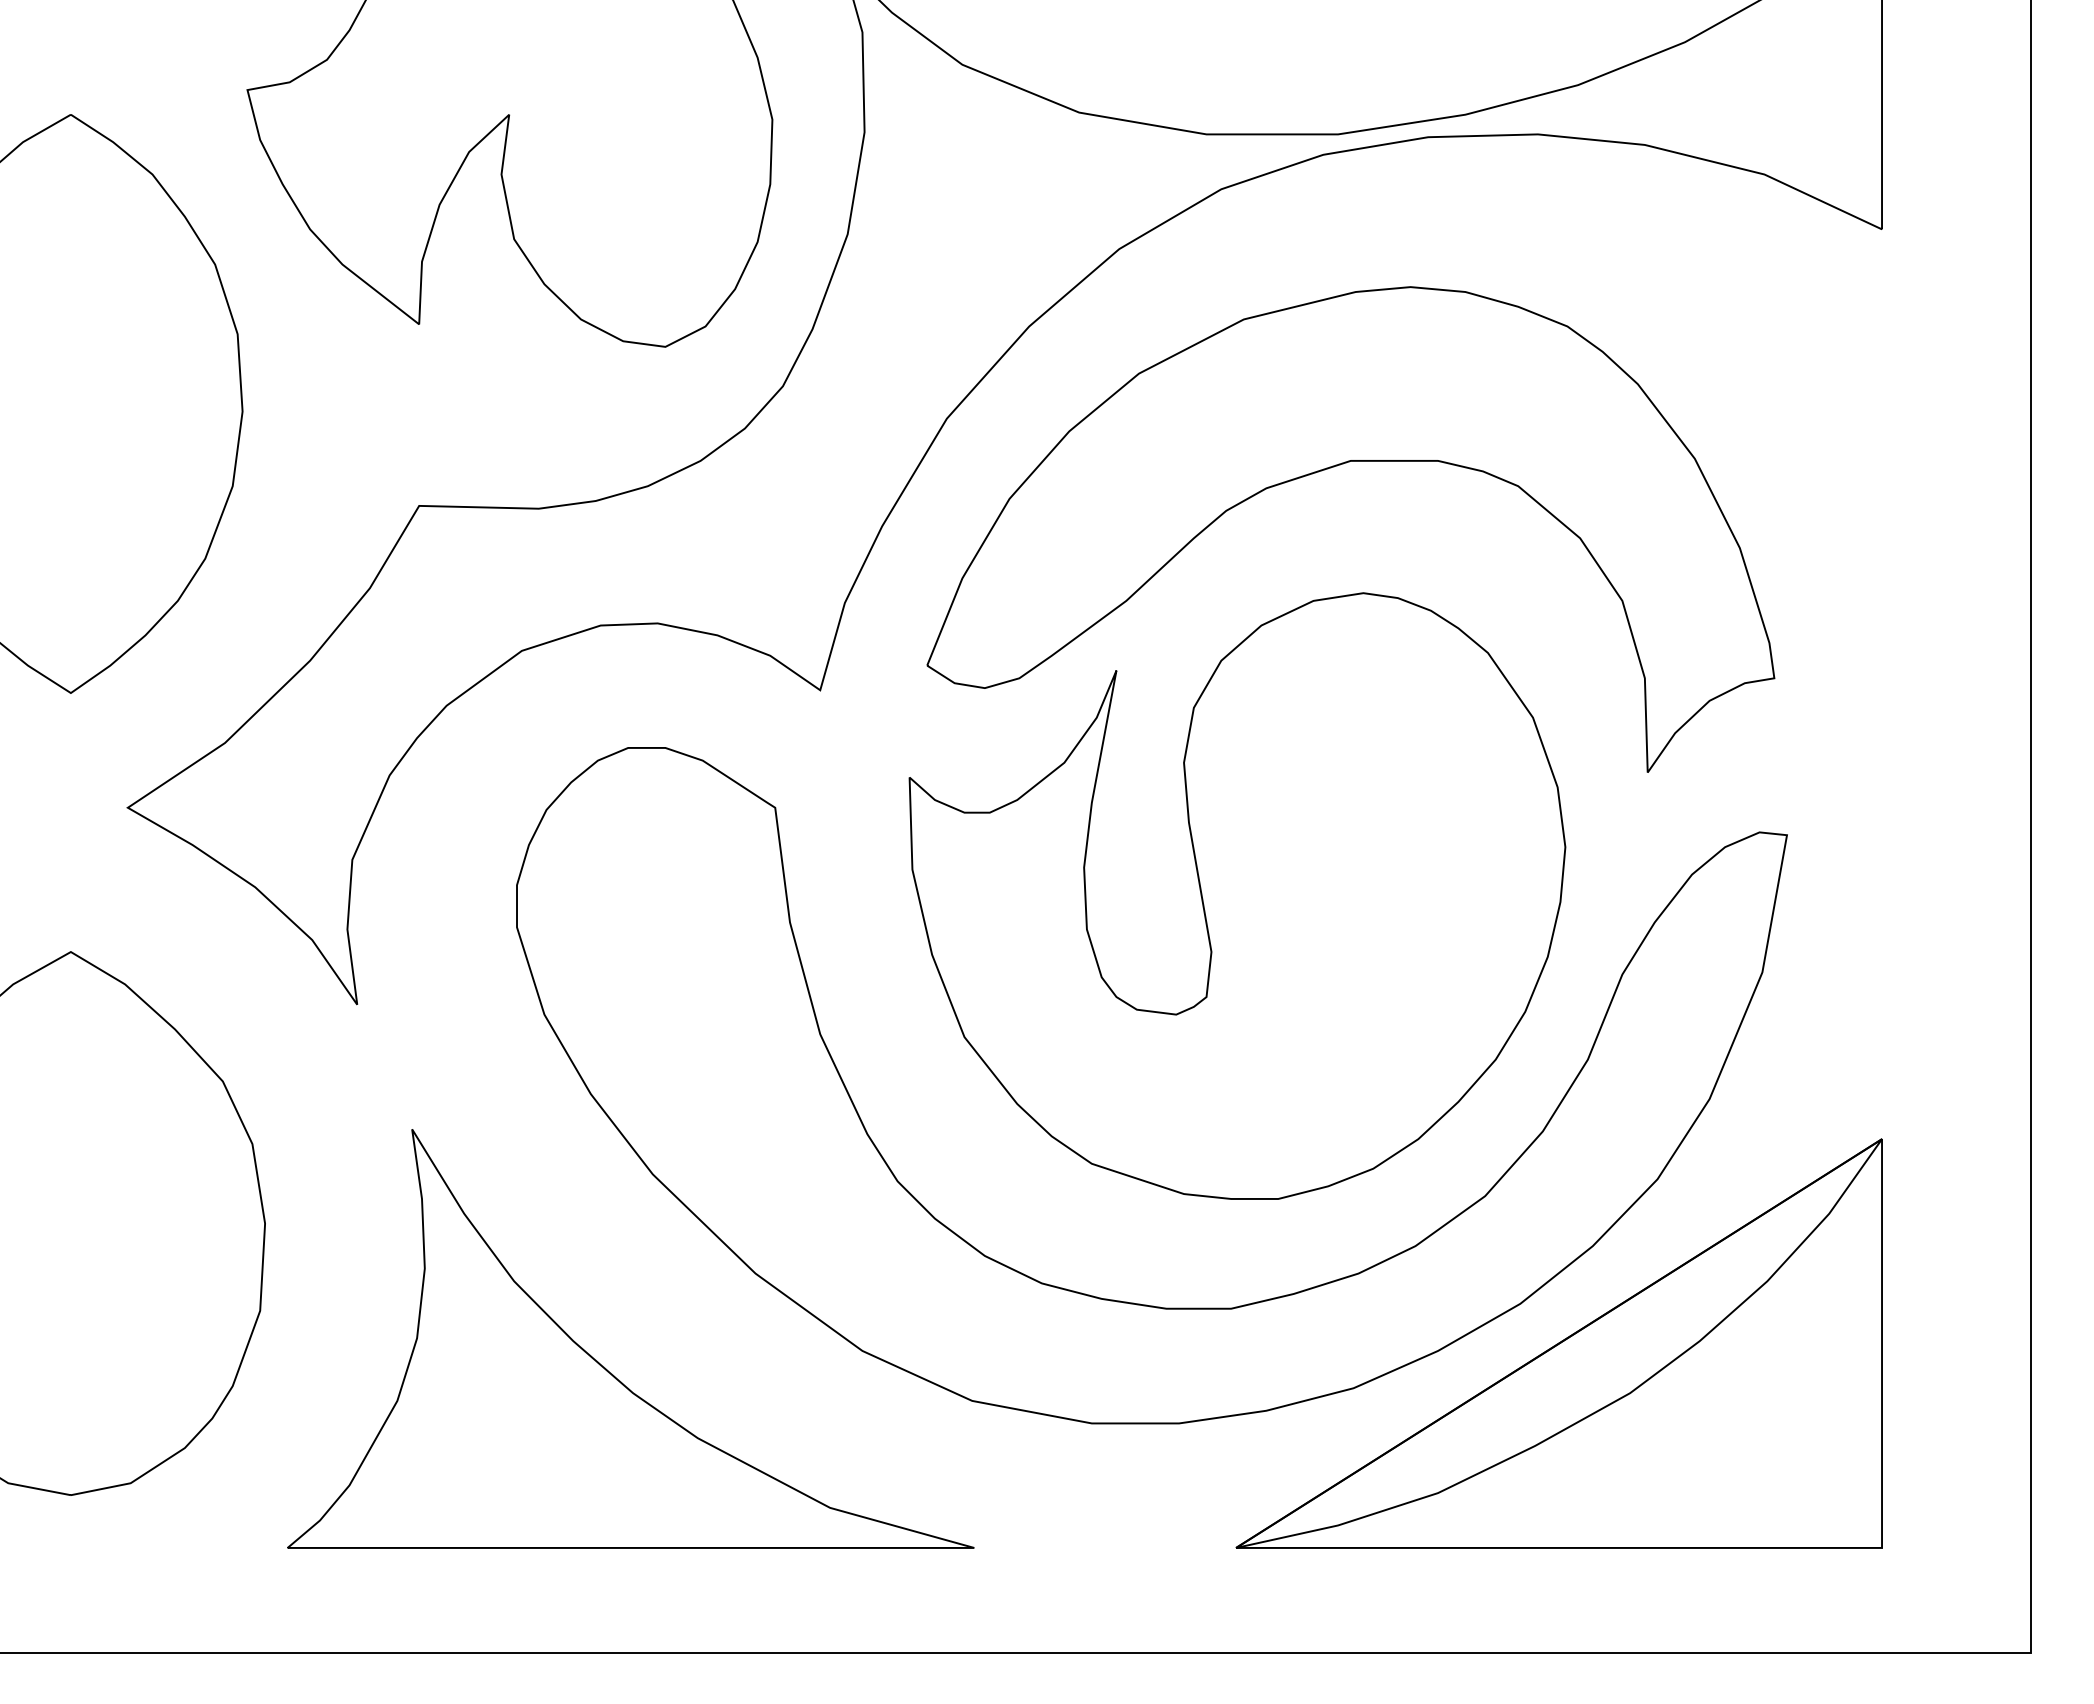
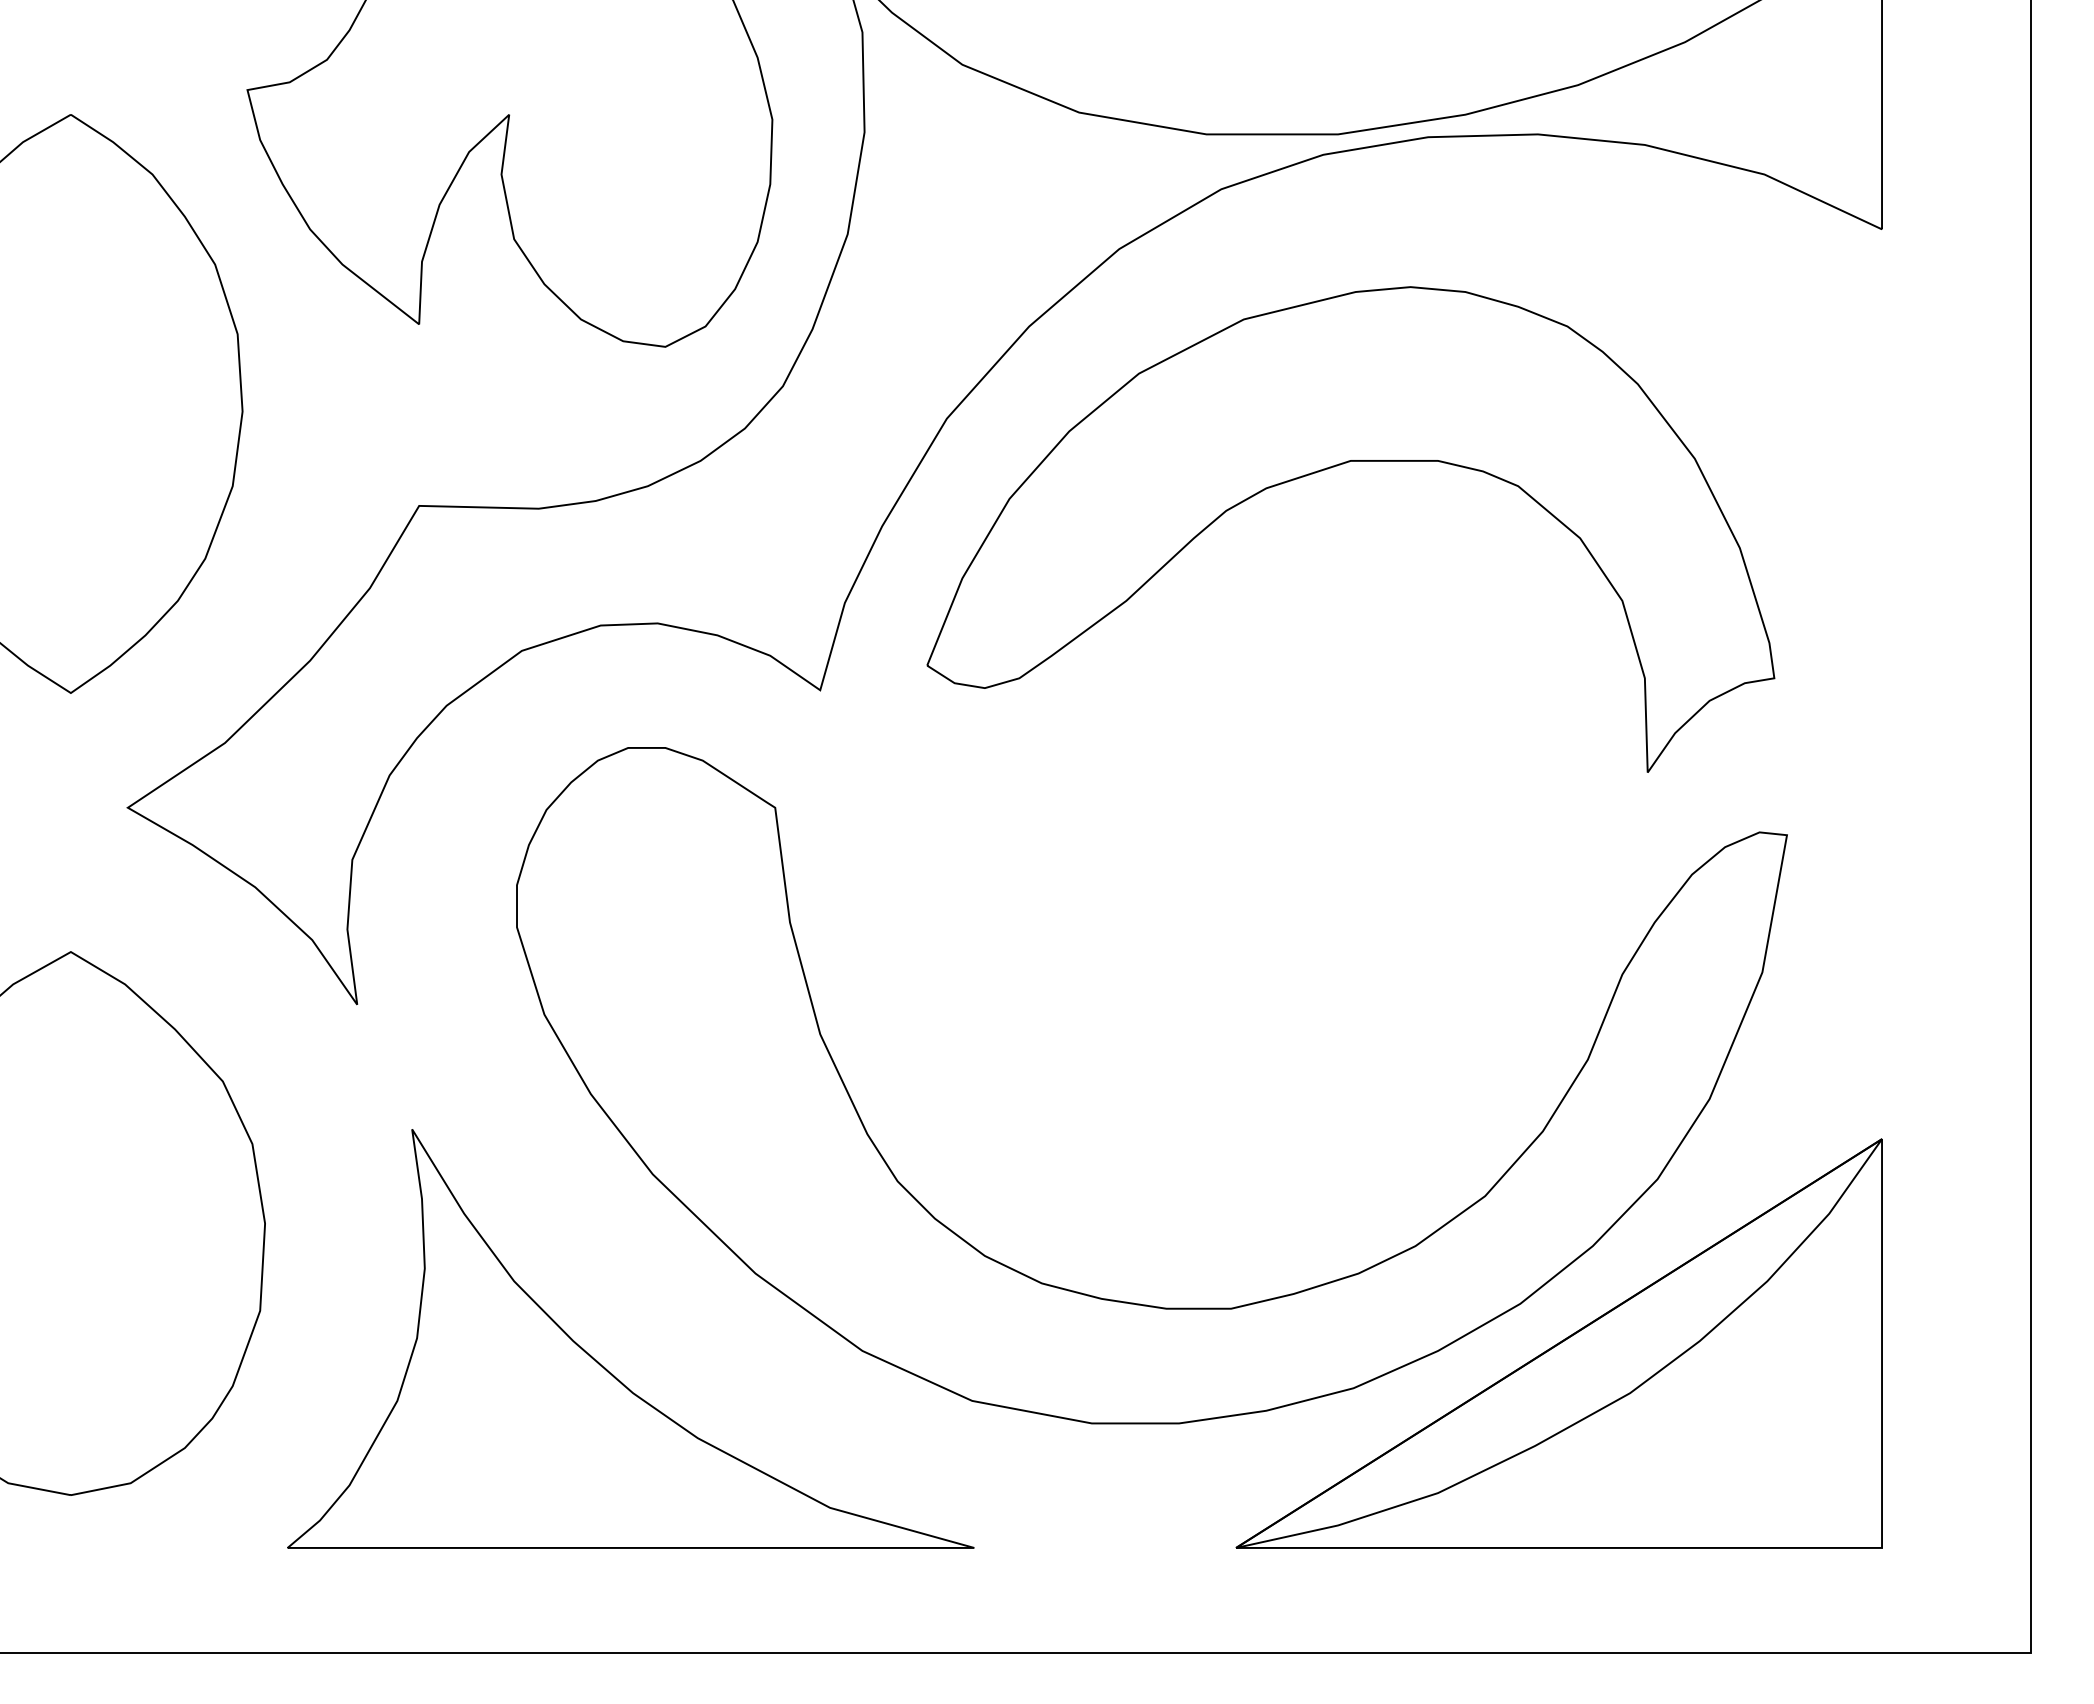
part at (1237, 895): present -> none
